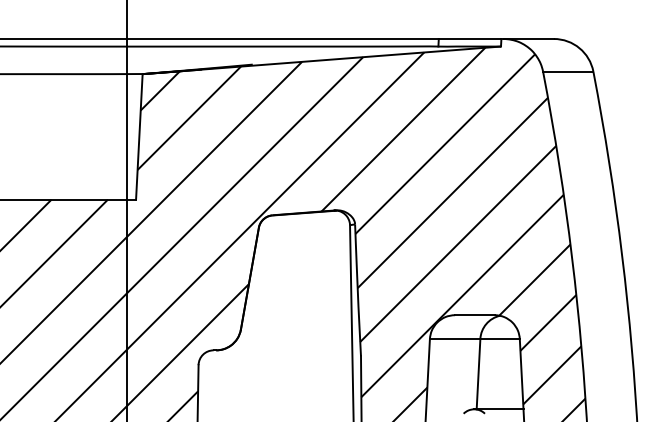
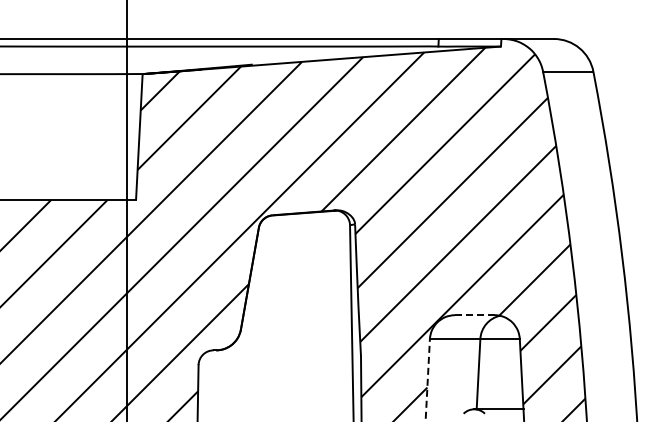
line at (474, 315): solid -> dashed
line at (427, 379): solid -> dashed
